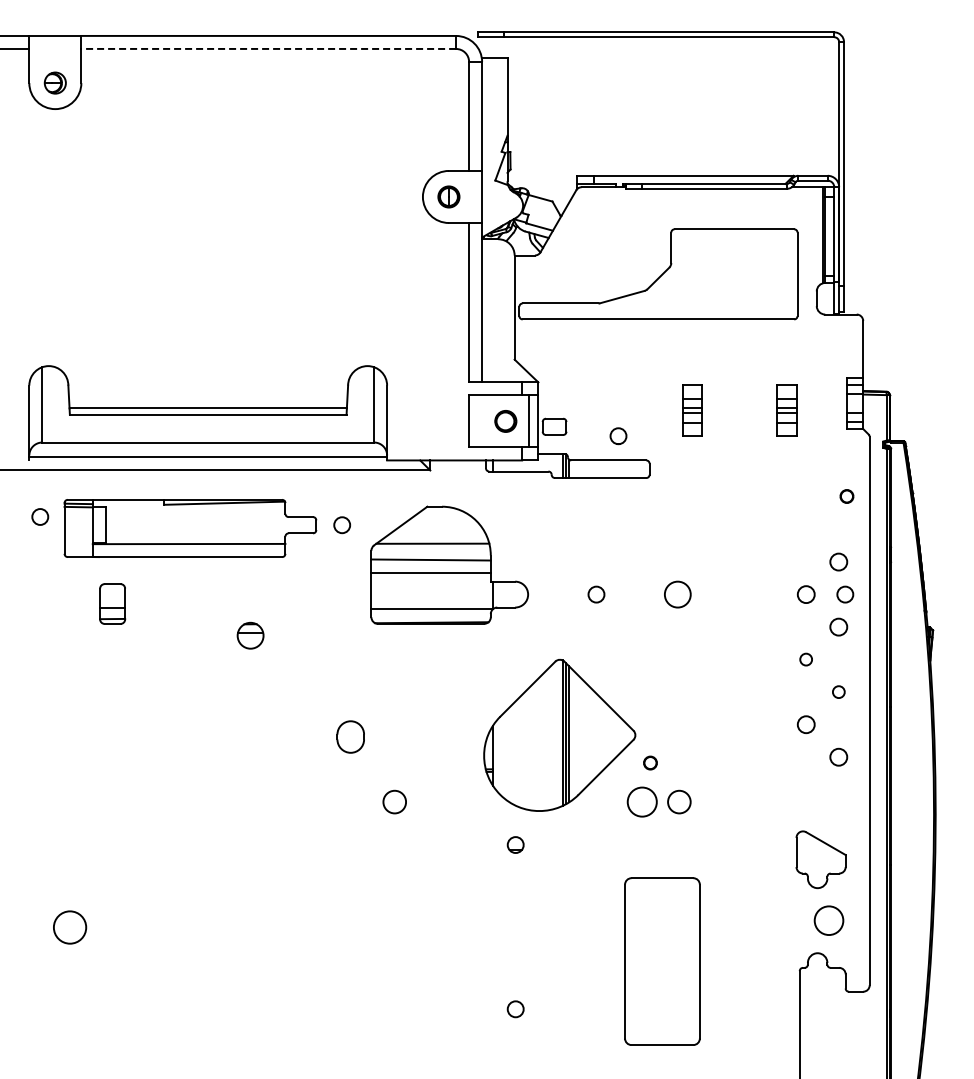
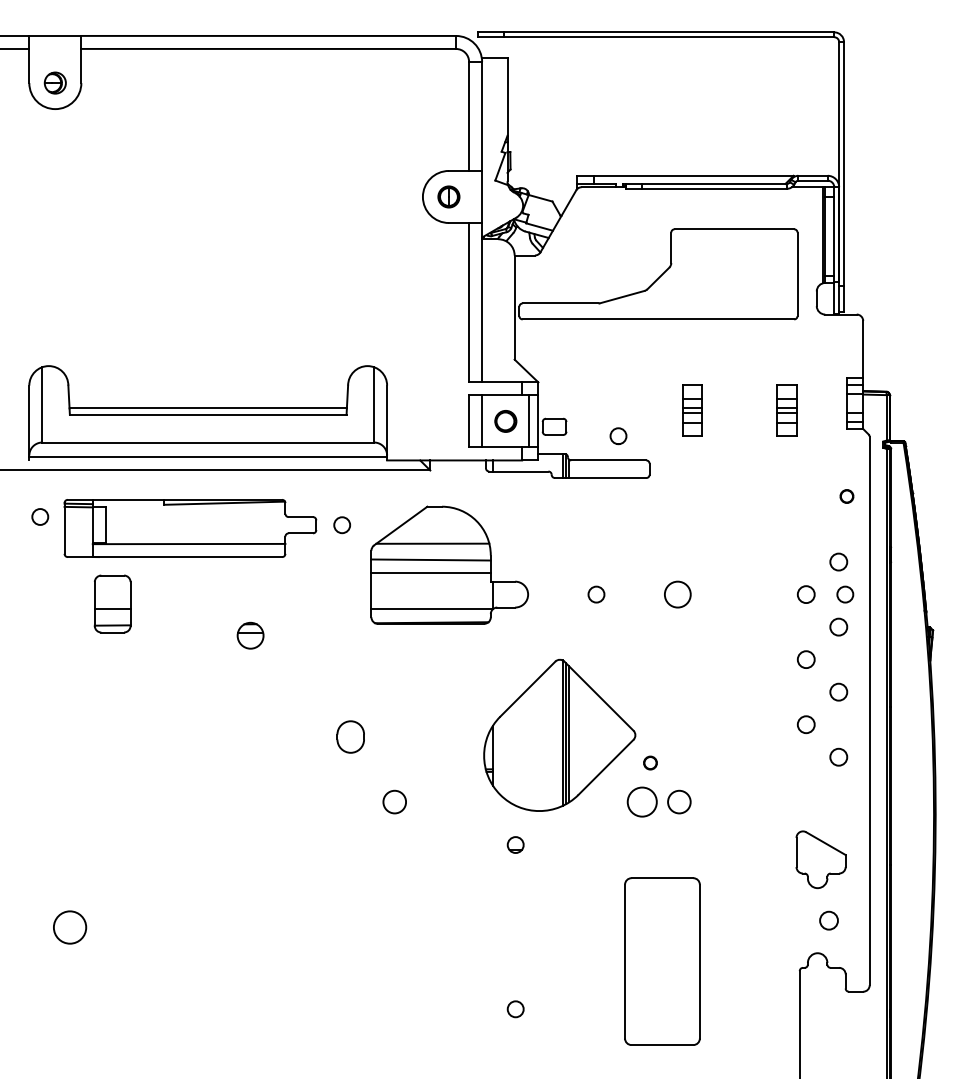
line at (268, 48): dashed -> solid
line at (482, 421): none -> present
part at (112, 603) size: 28x42 px -> 39x60 px
circle at (805, 659) size: 14x15 px -> 20x19 px
circle at (838, 691) size: 14x14 px -> 20x20 px
circle at (828, 920) diameter: 29 px -> 18 px
